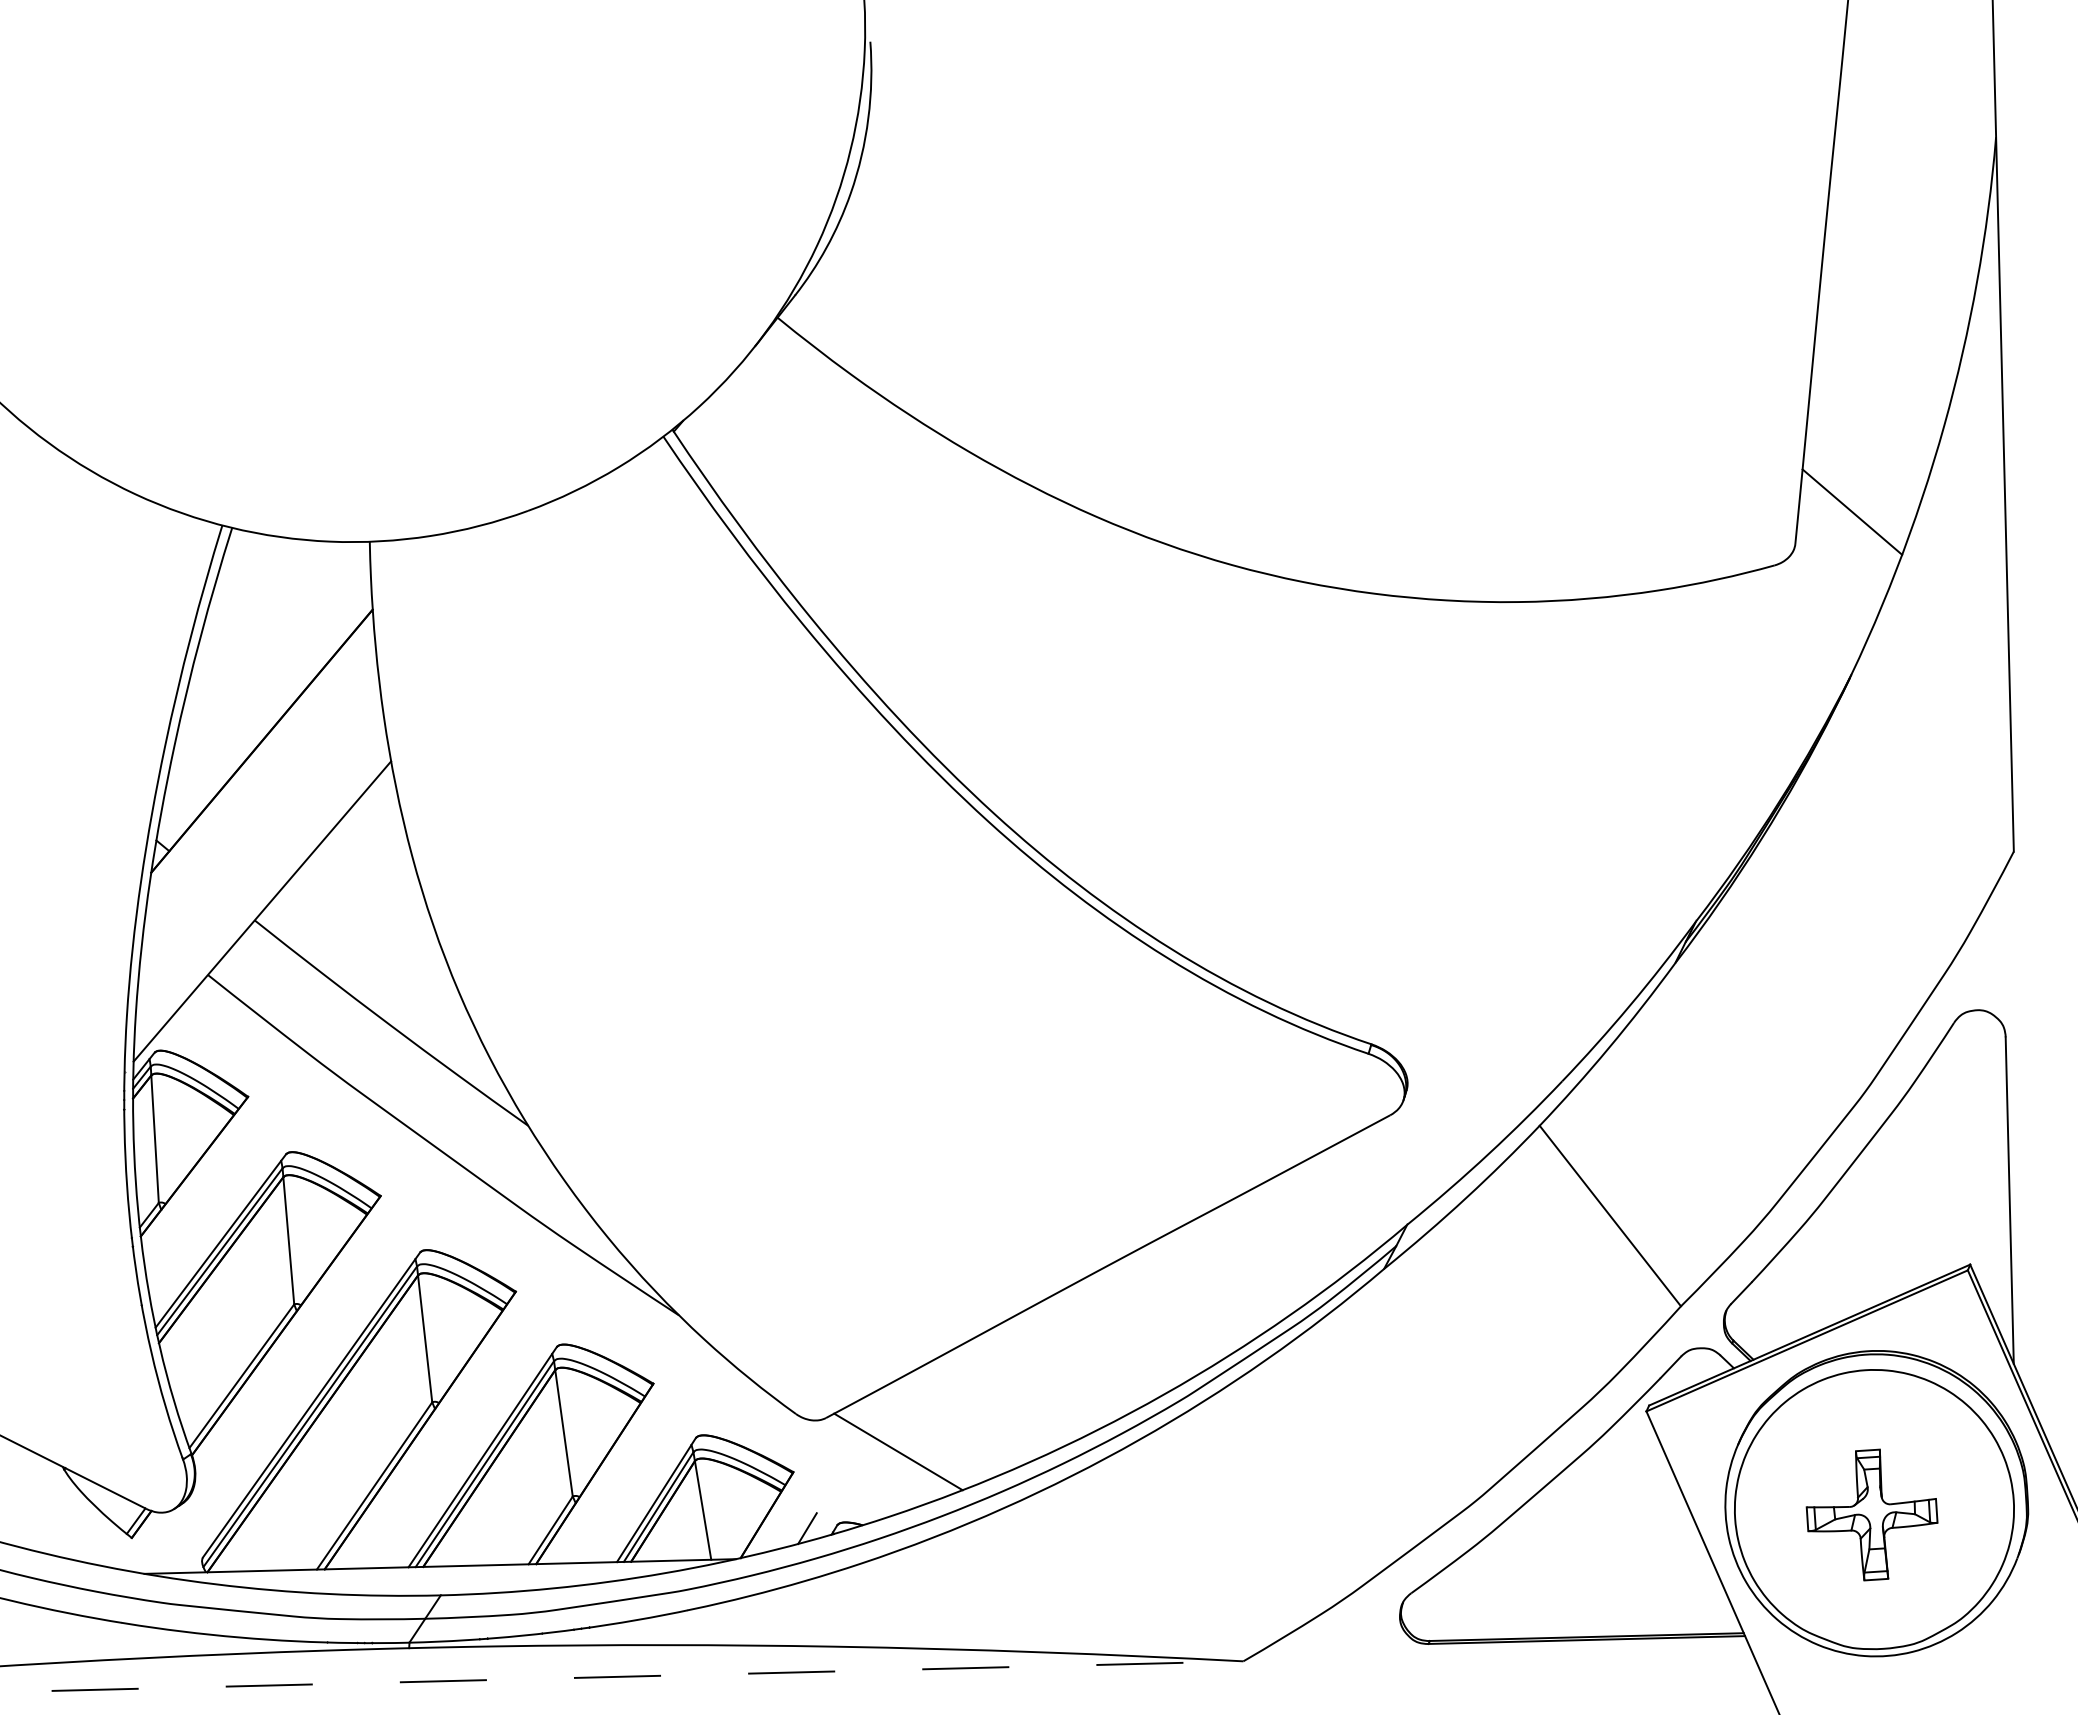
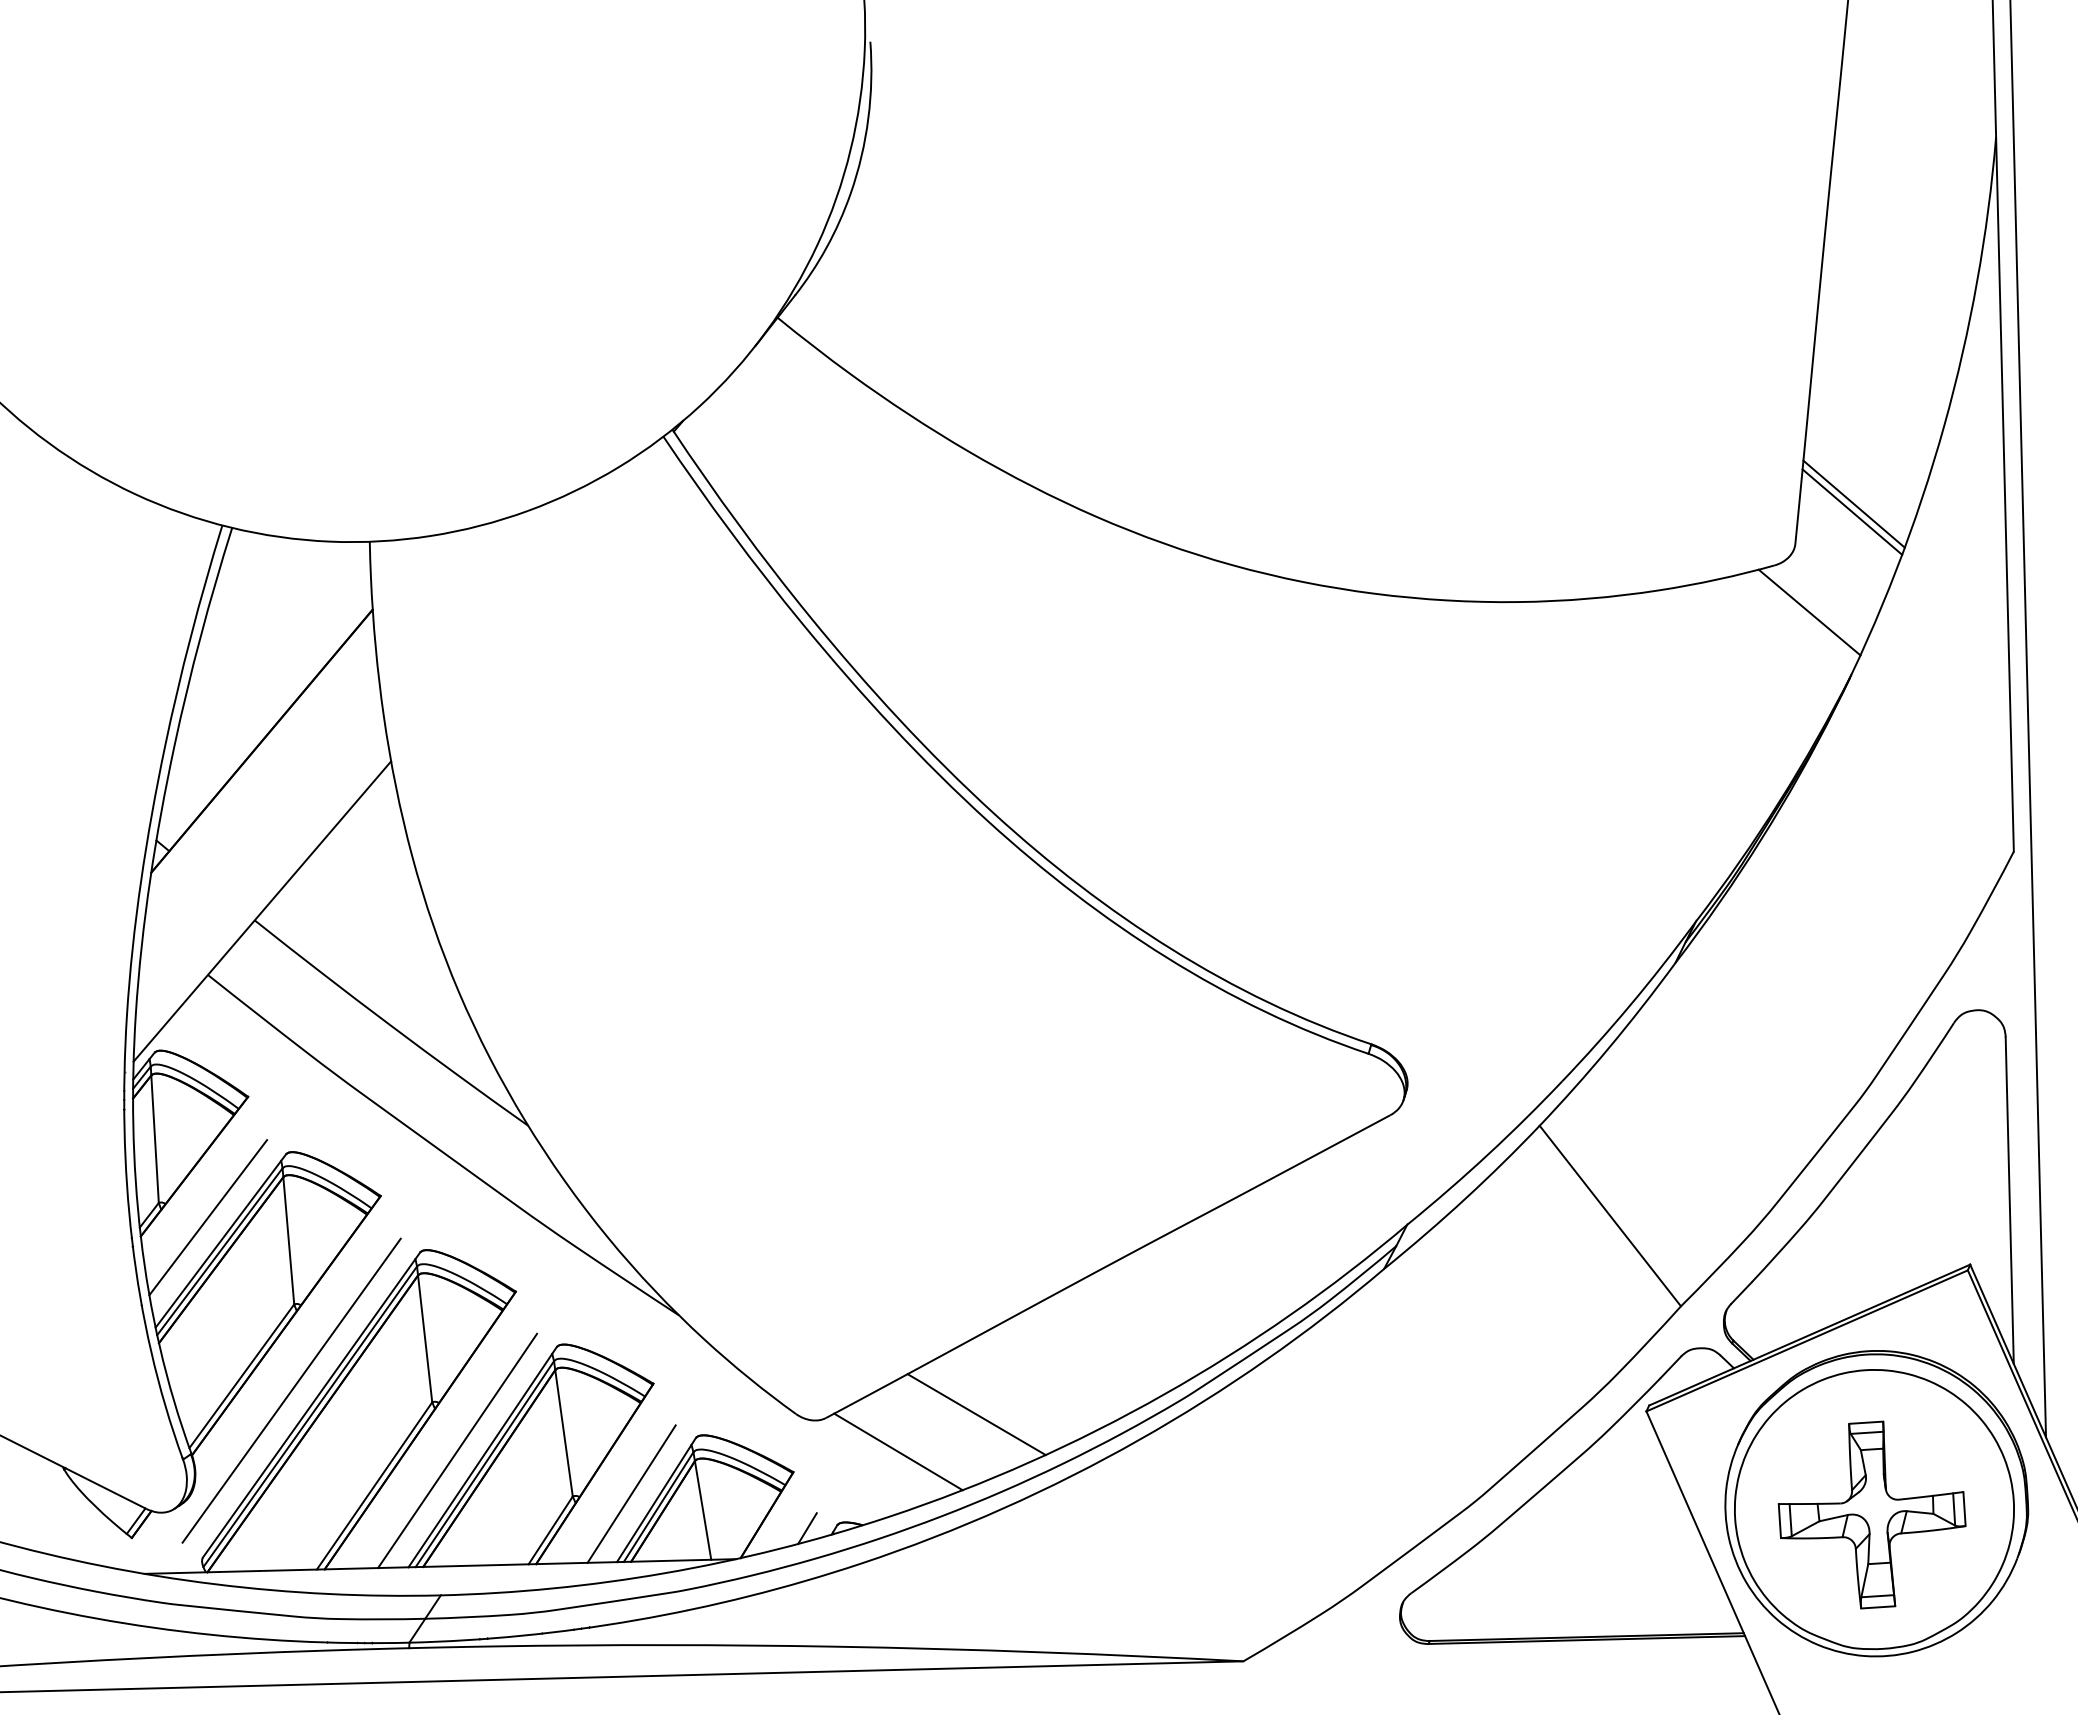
line at (1853, 503): none -> present
line at (1809, 612): none -> present
line at (2028, 719): none -> present
line at (208, 1217): none -> present
line at (291, 1390): none -> present
line at (976, 1414): none -> present
line at (457, 1450): none -> present
line at (631, 1493): none -> present
part at (1871, 1514) size: 134x134 px -> 190x190 px
line at (621, 1676): dashed -> solid
